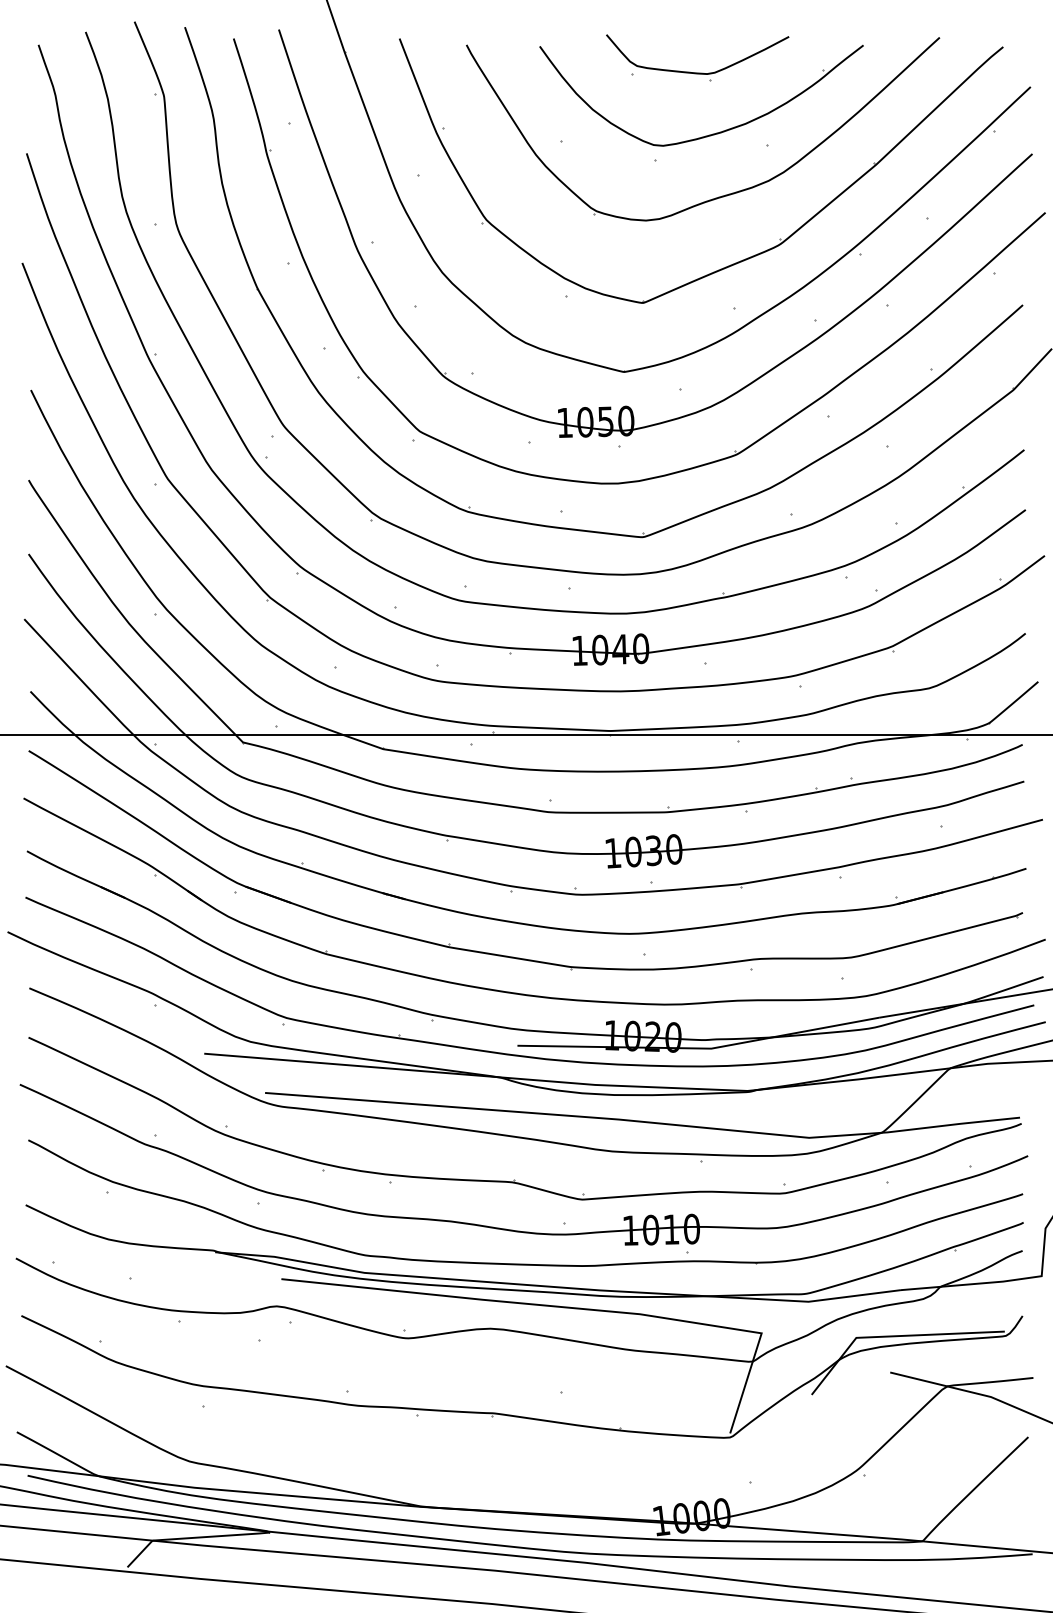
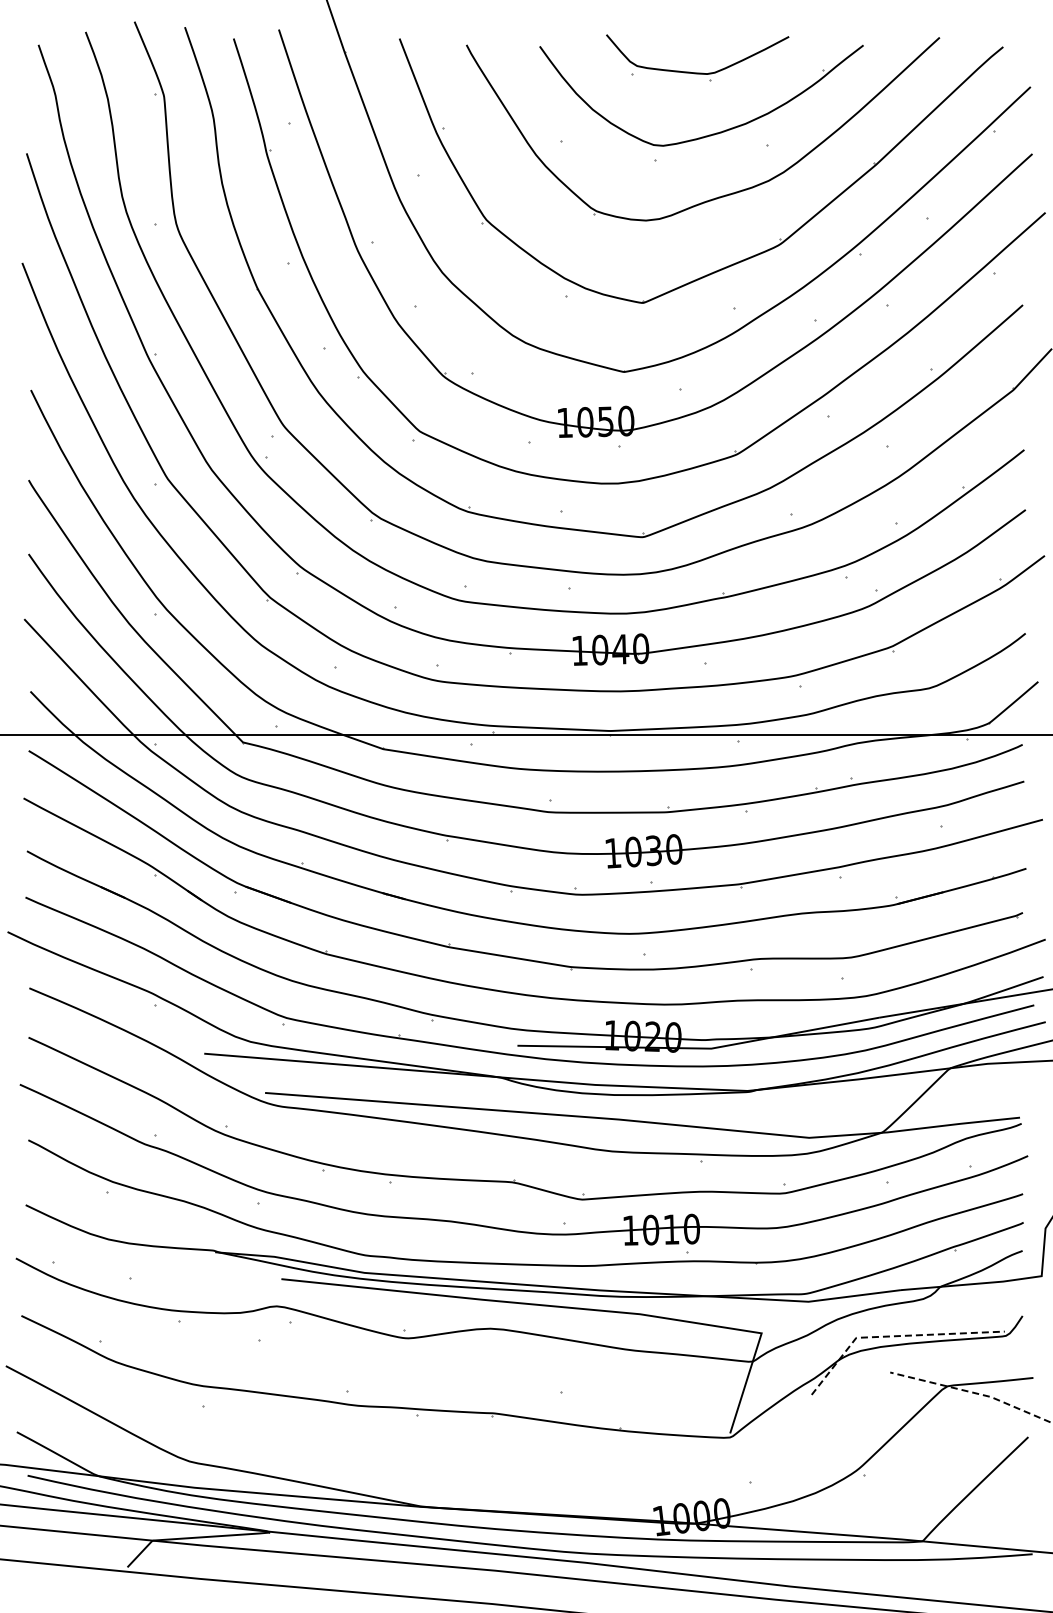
line at (894, 1336): solid -> dashed
line at (973, 1392): solid -> dashed
